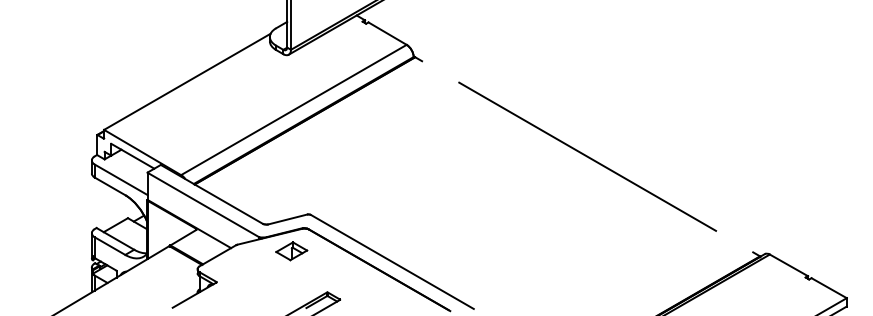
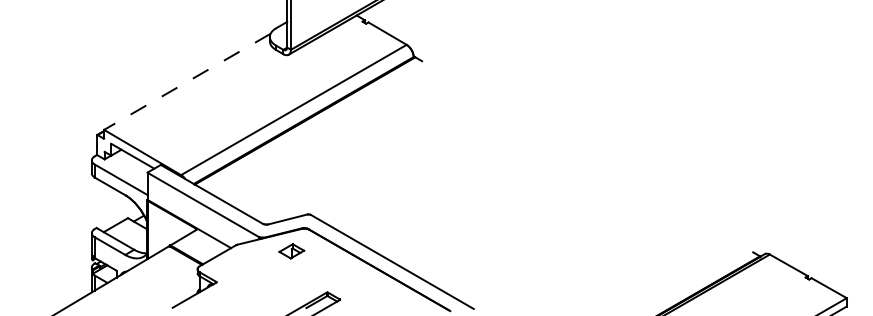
line at (186, 82): solid -> dashed
line at (587, 156): present -> none
part at (291, 251) size: 34x21 px -> 28x17 px
